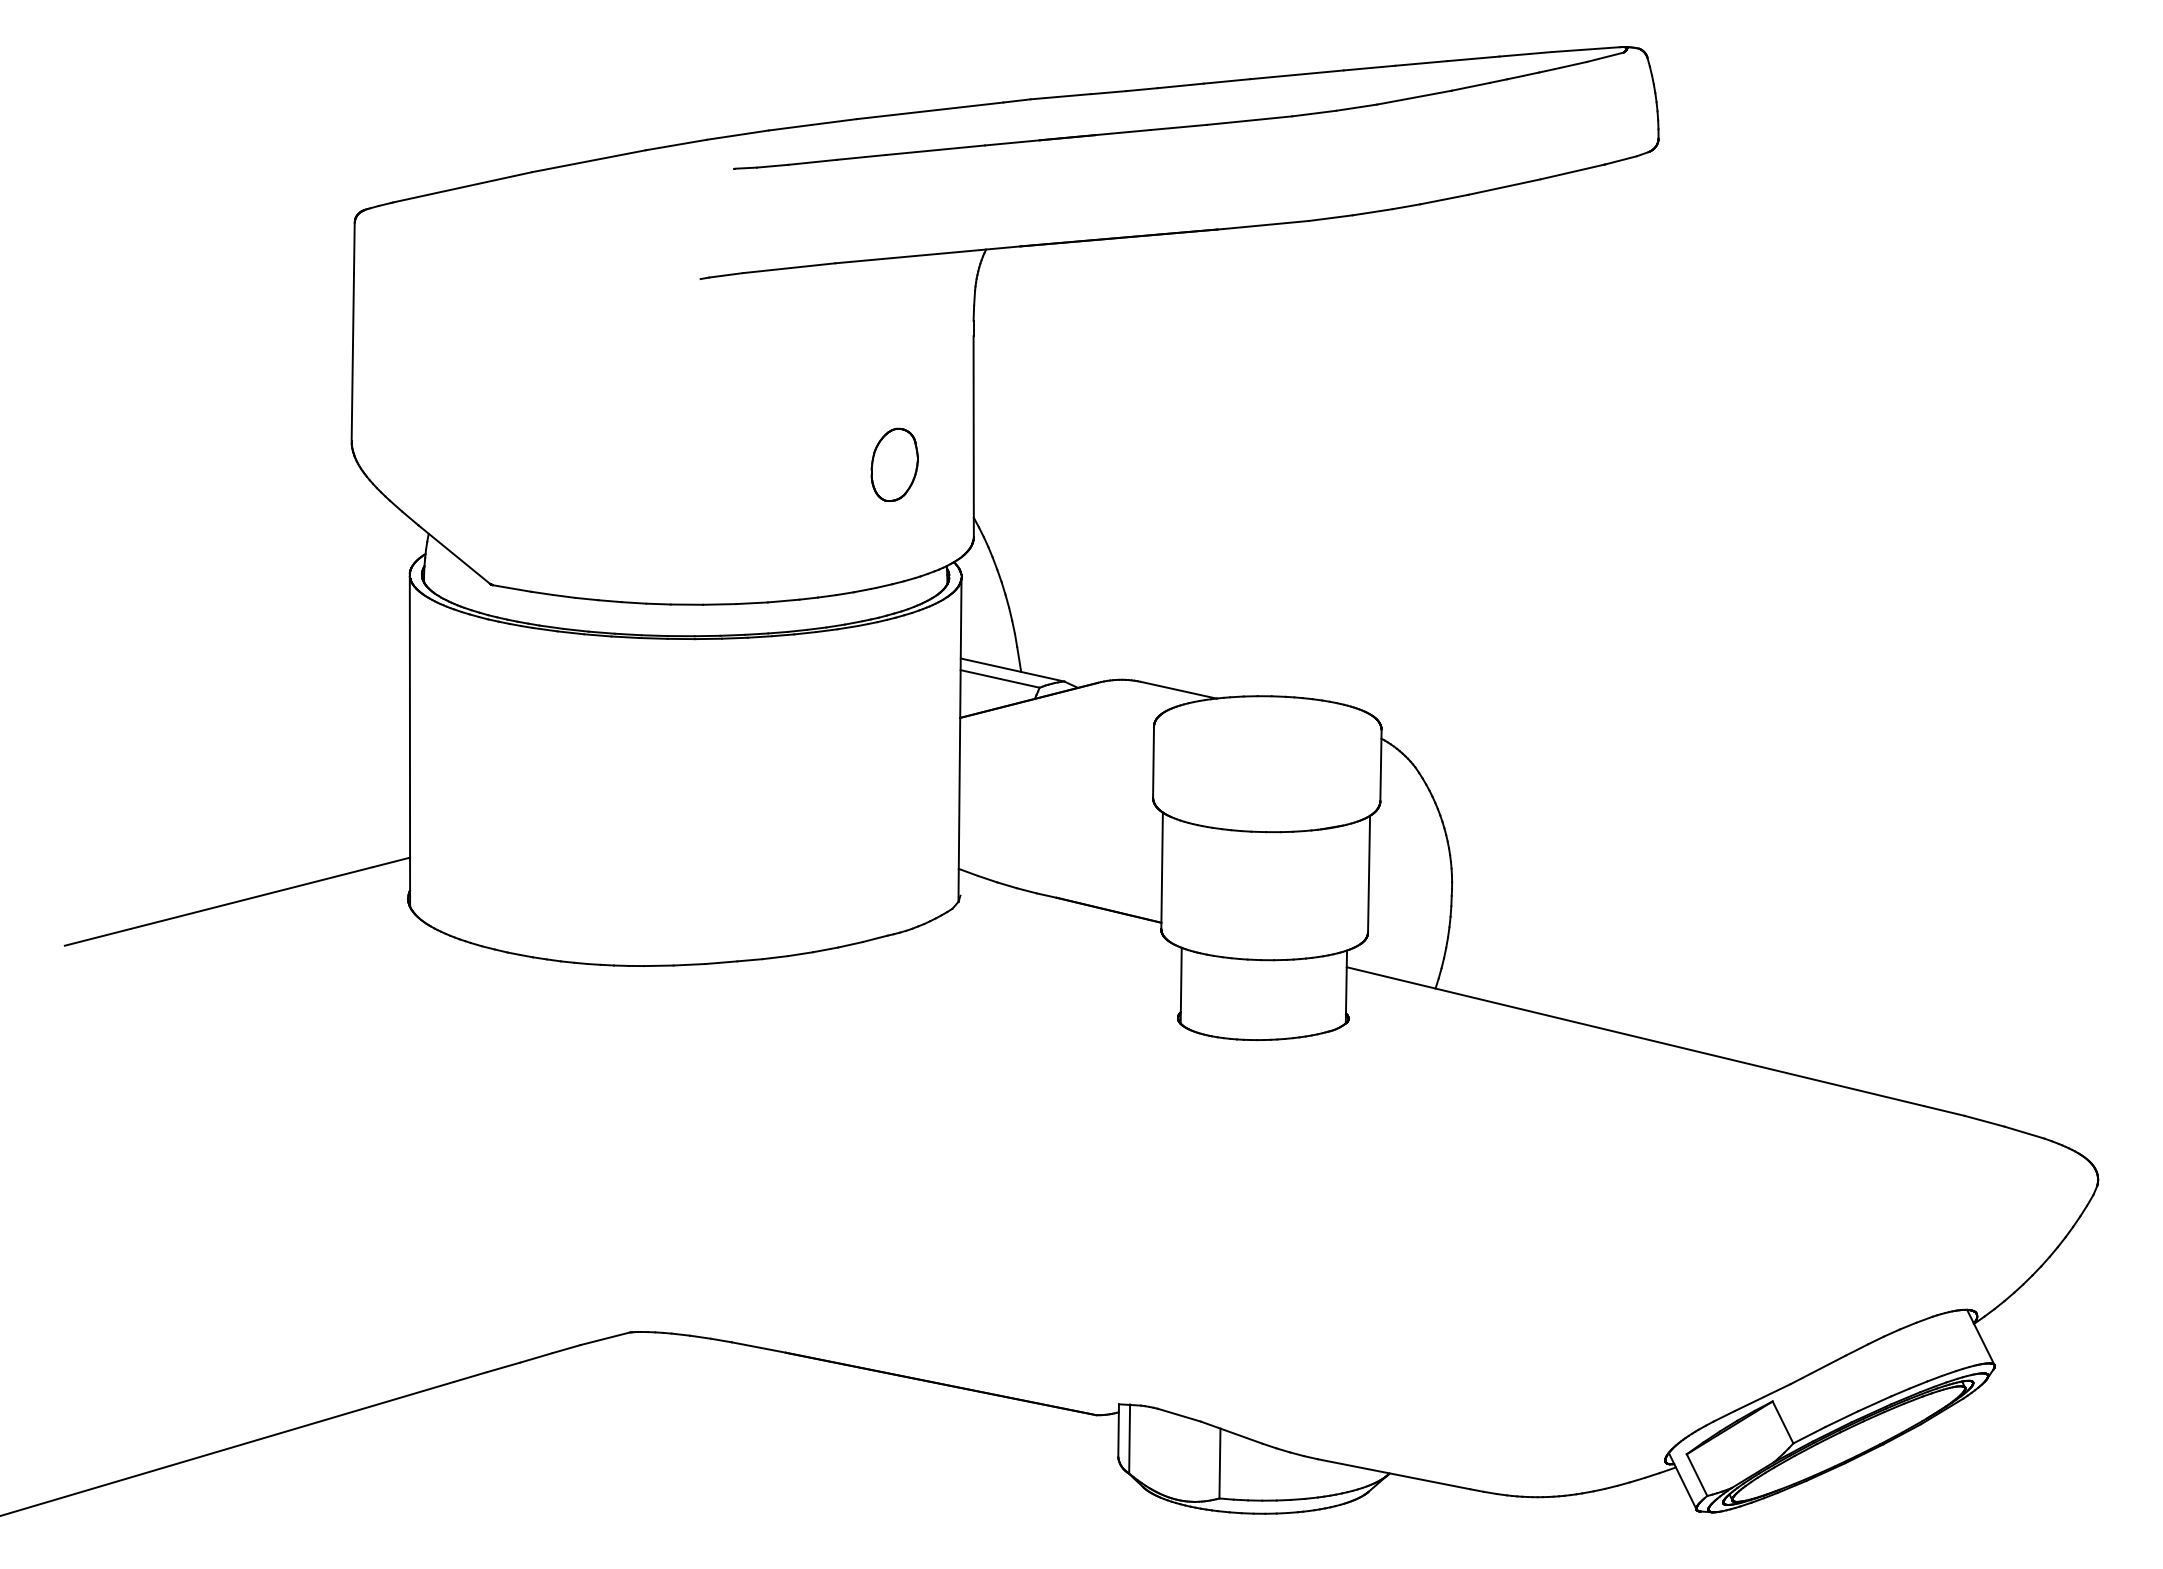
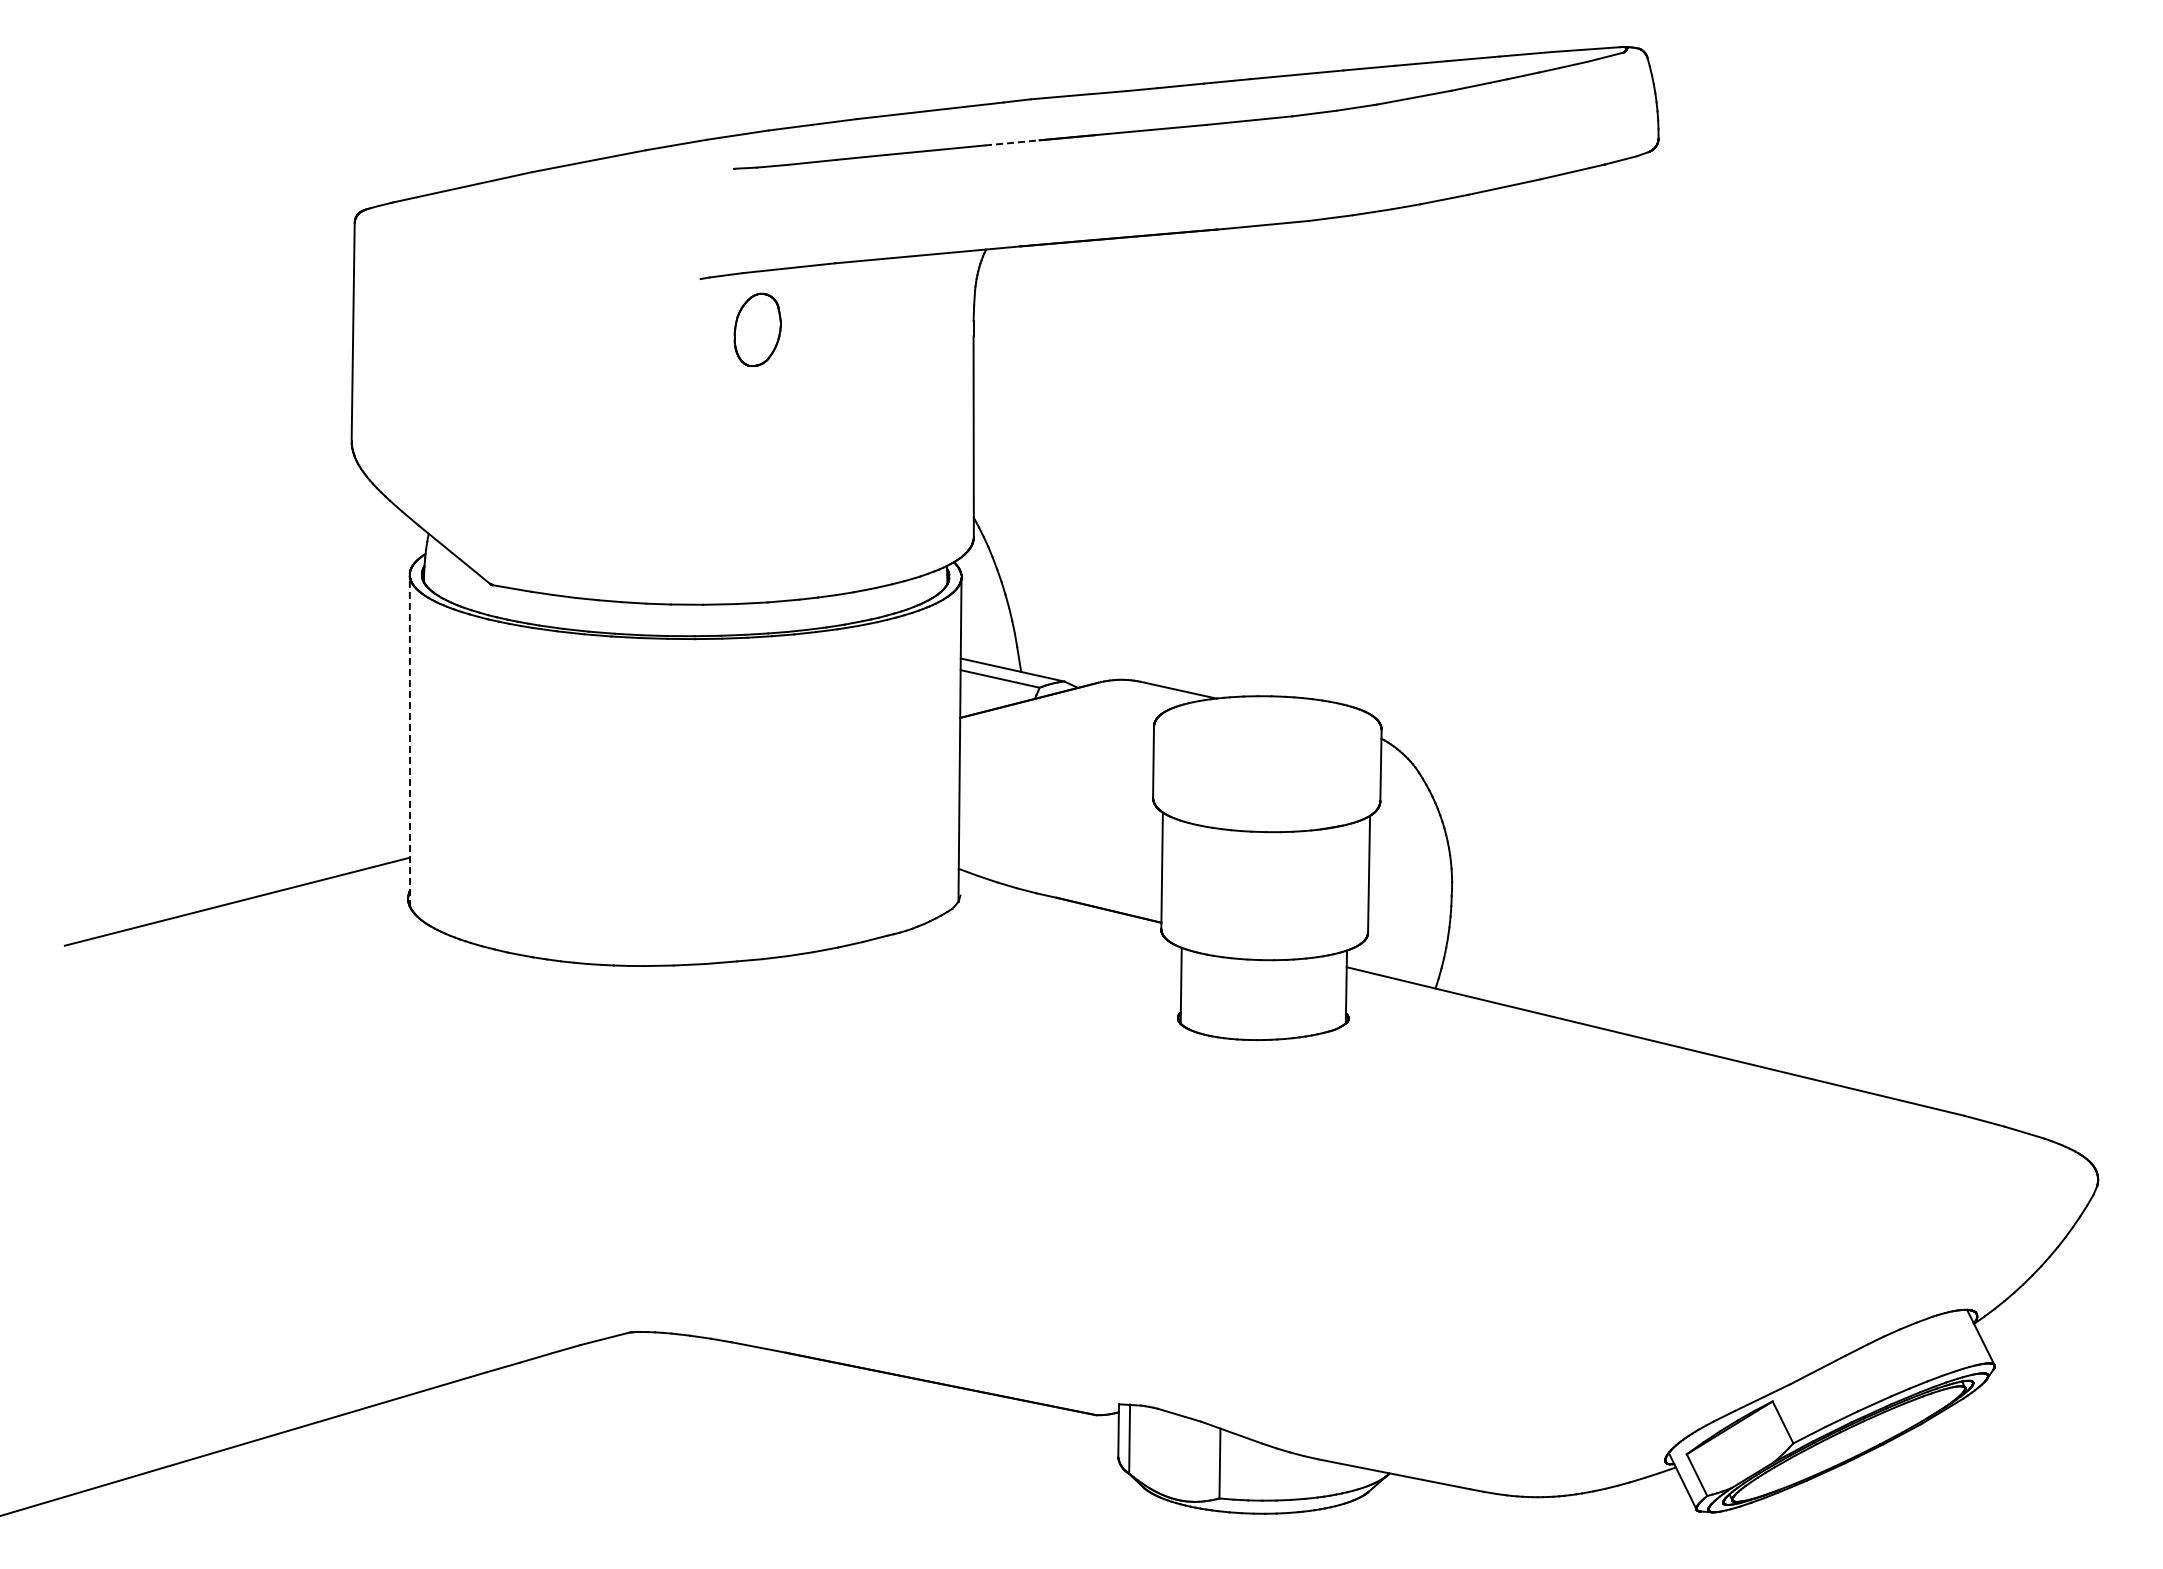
line at (1012, 142): solid -> dashed
part at (894, 464) position: (894, 464) -> (757, 329)
line at (409, 740): solid -> dashed
